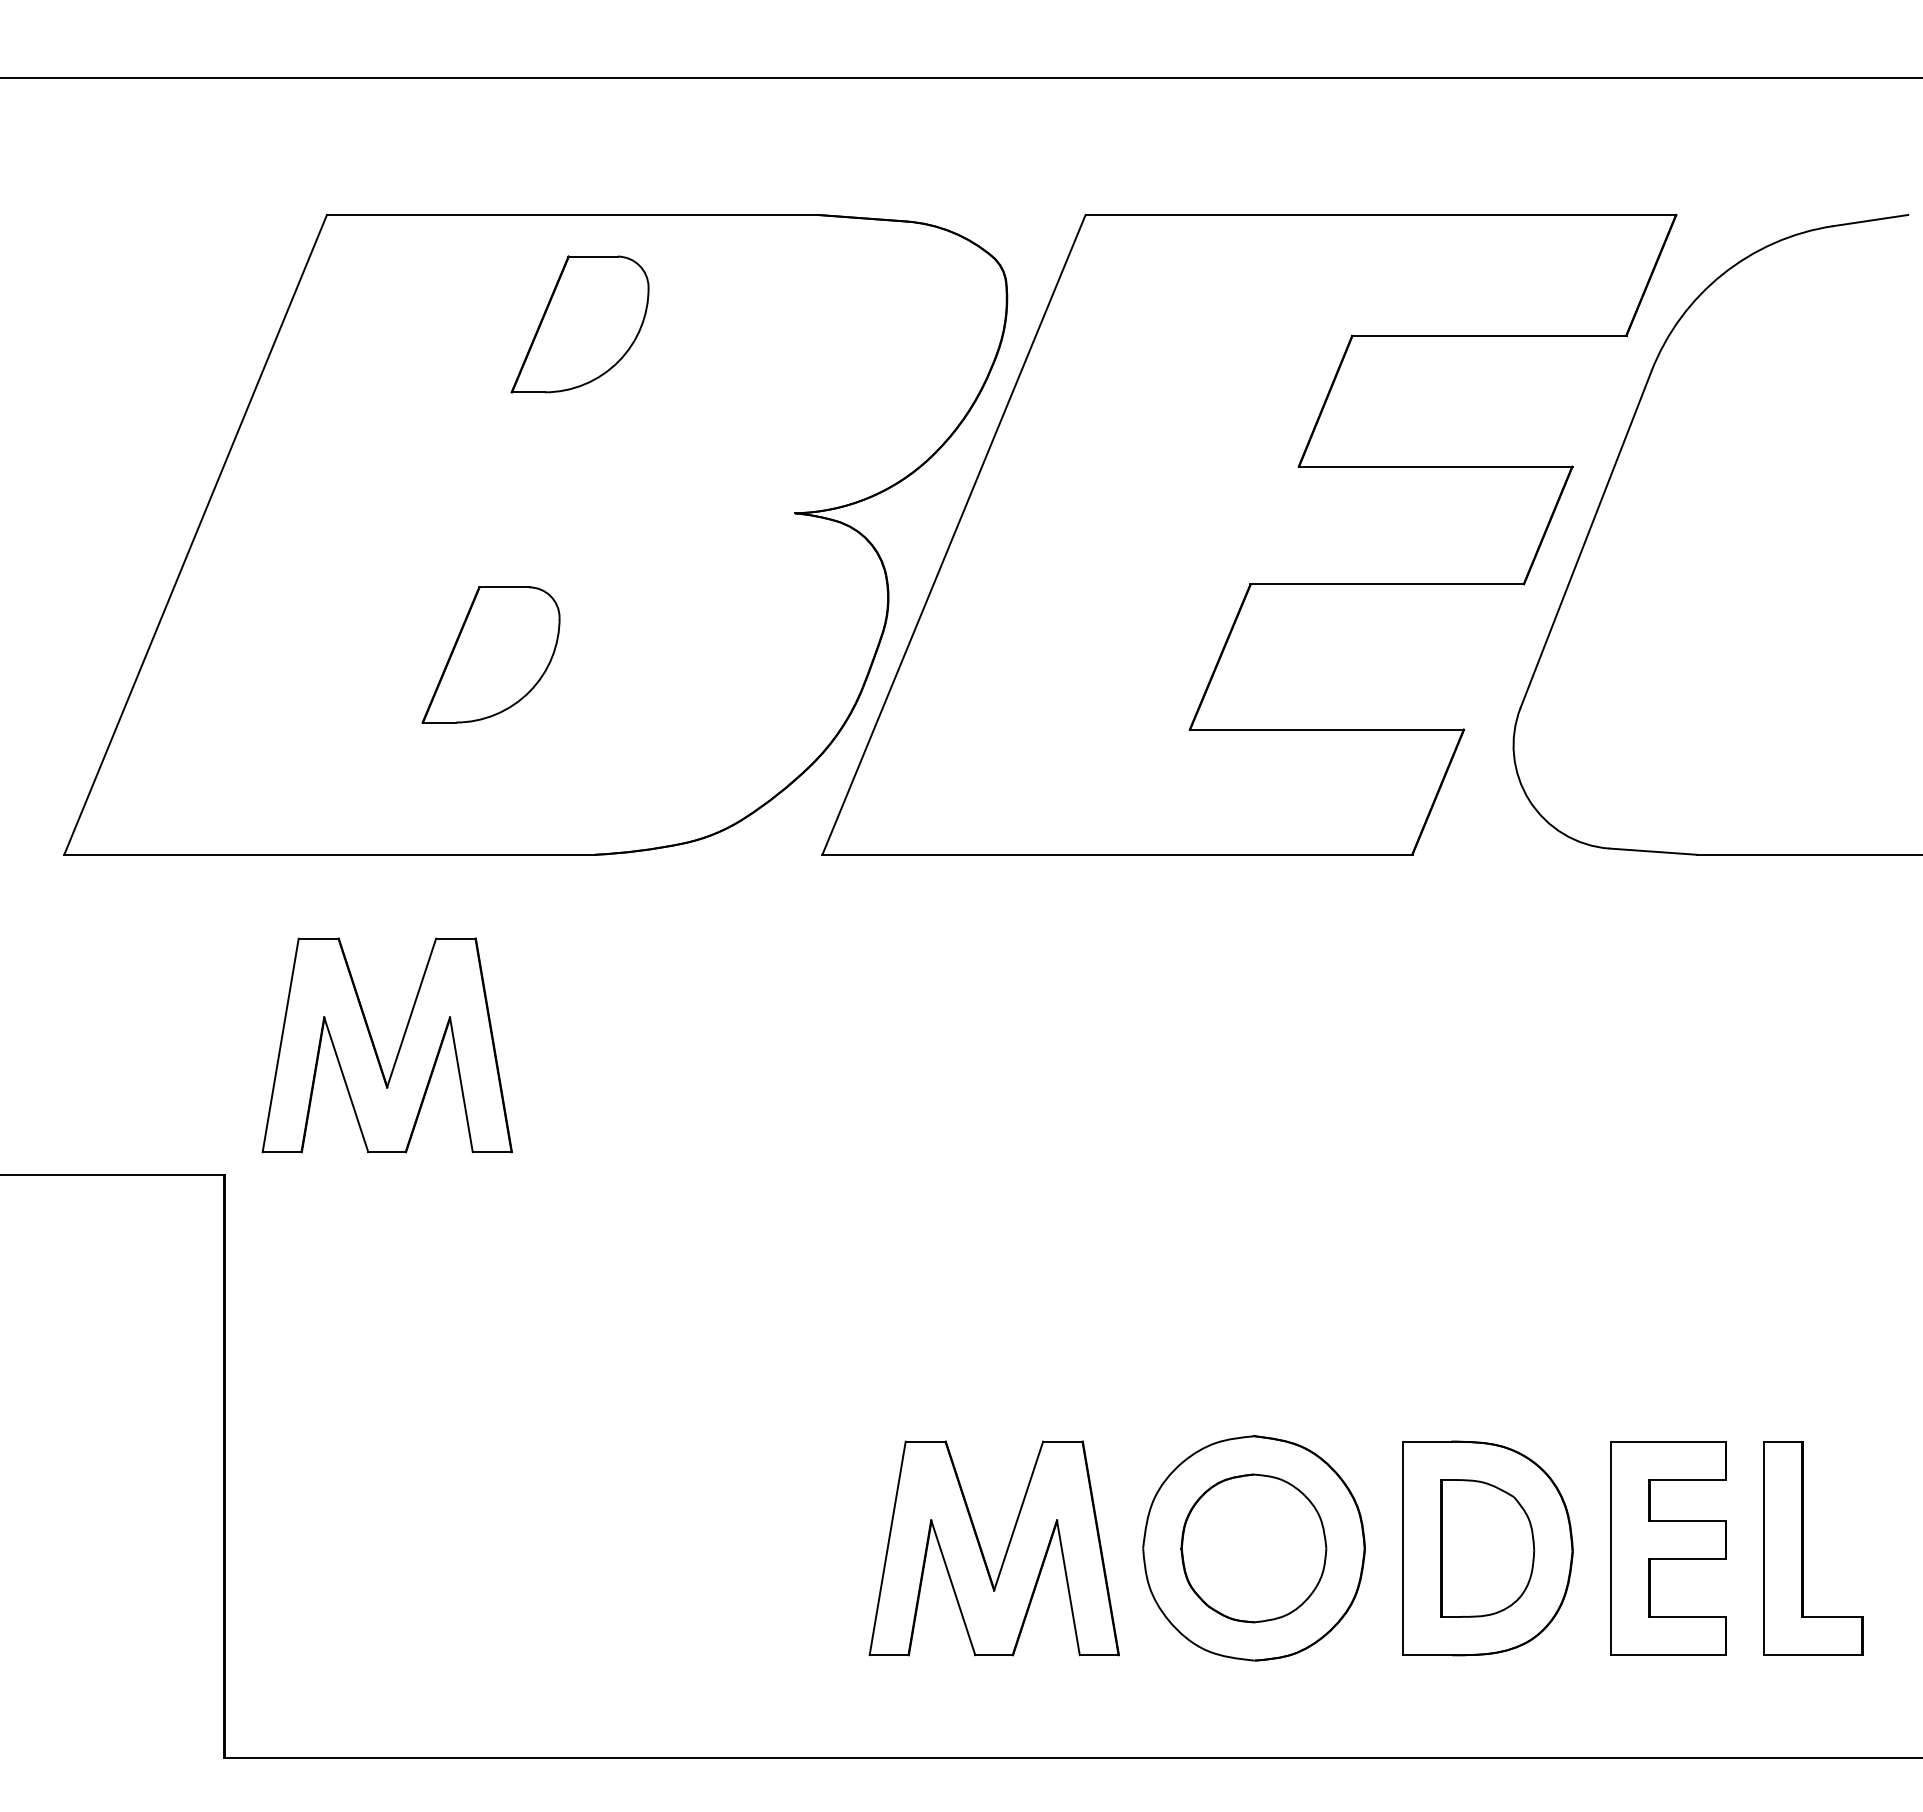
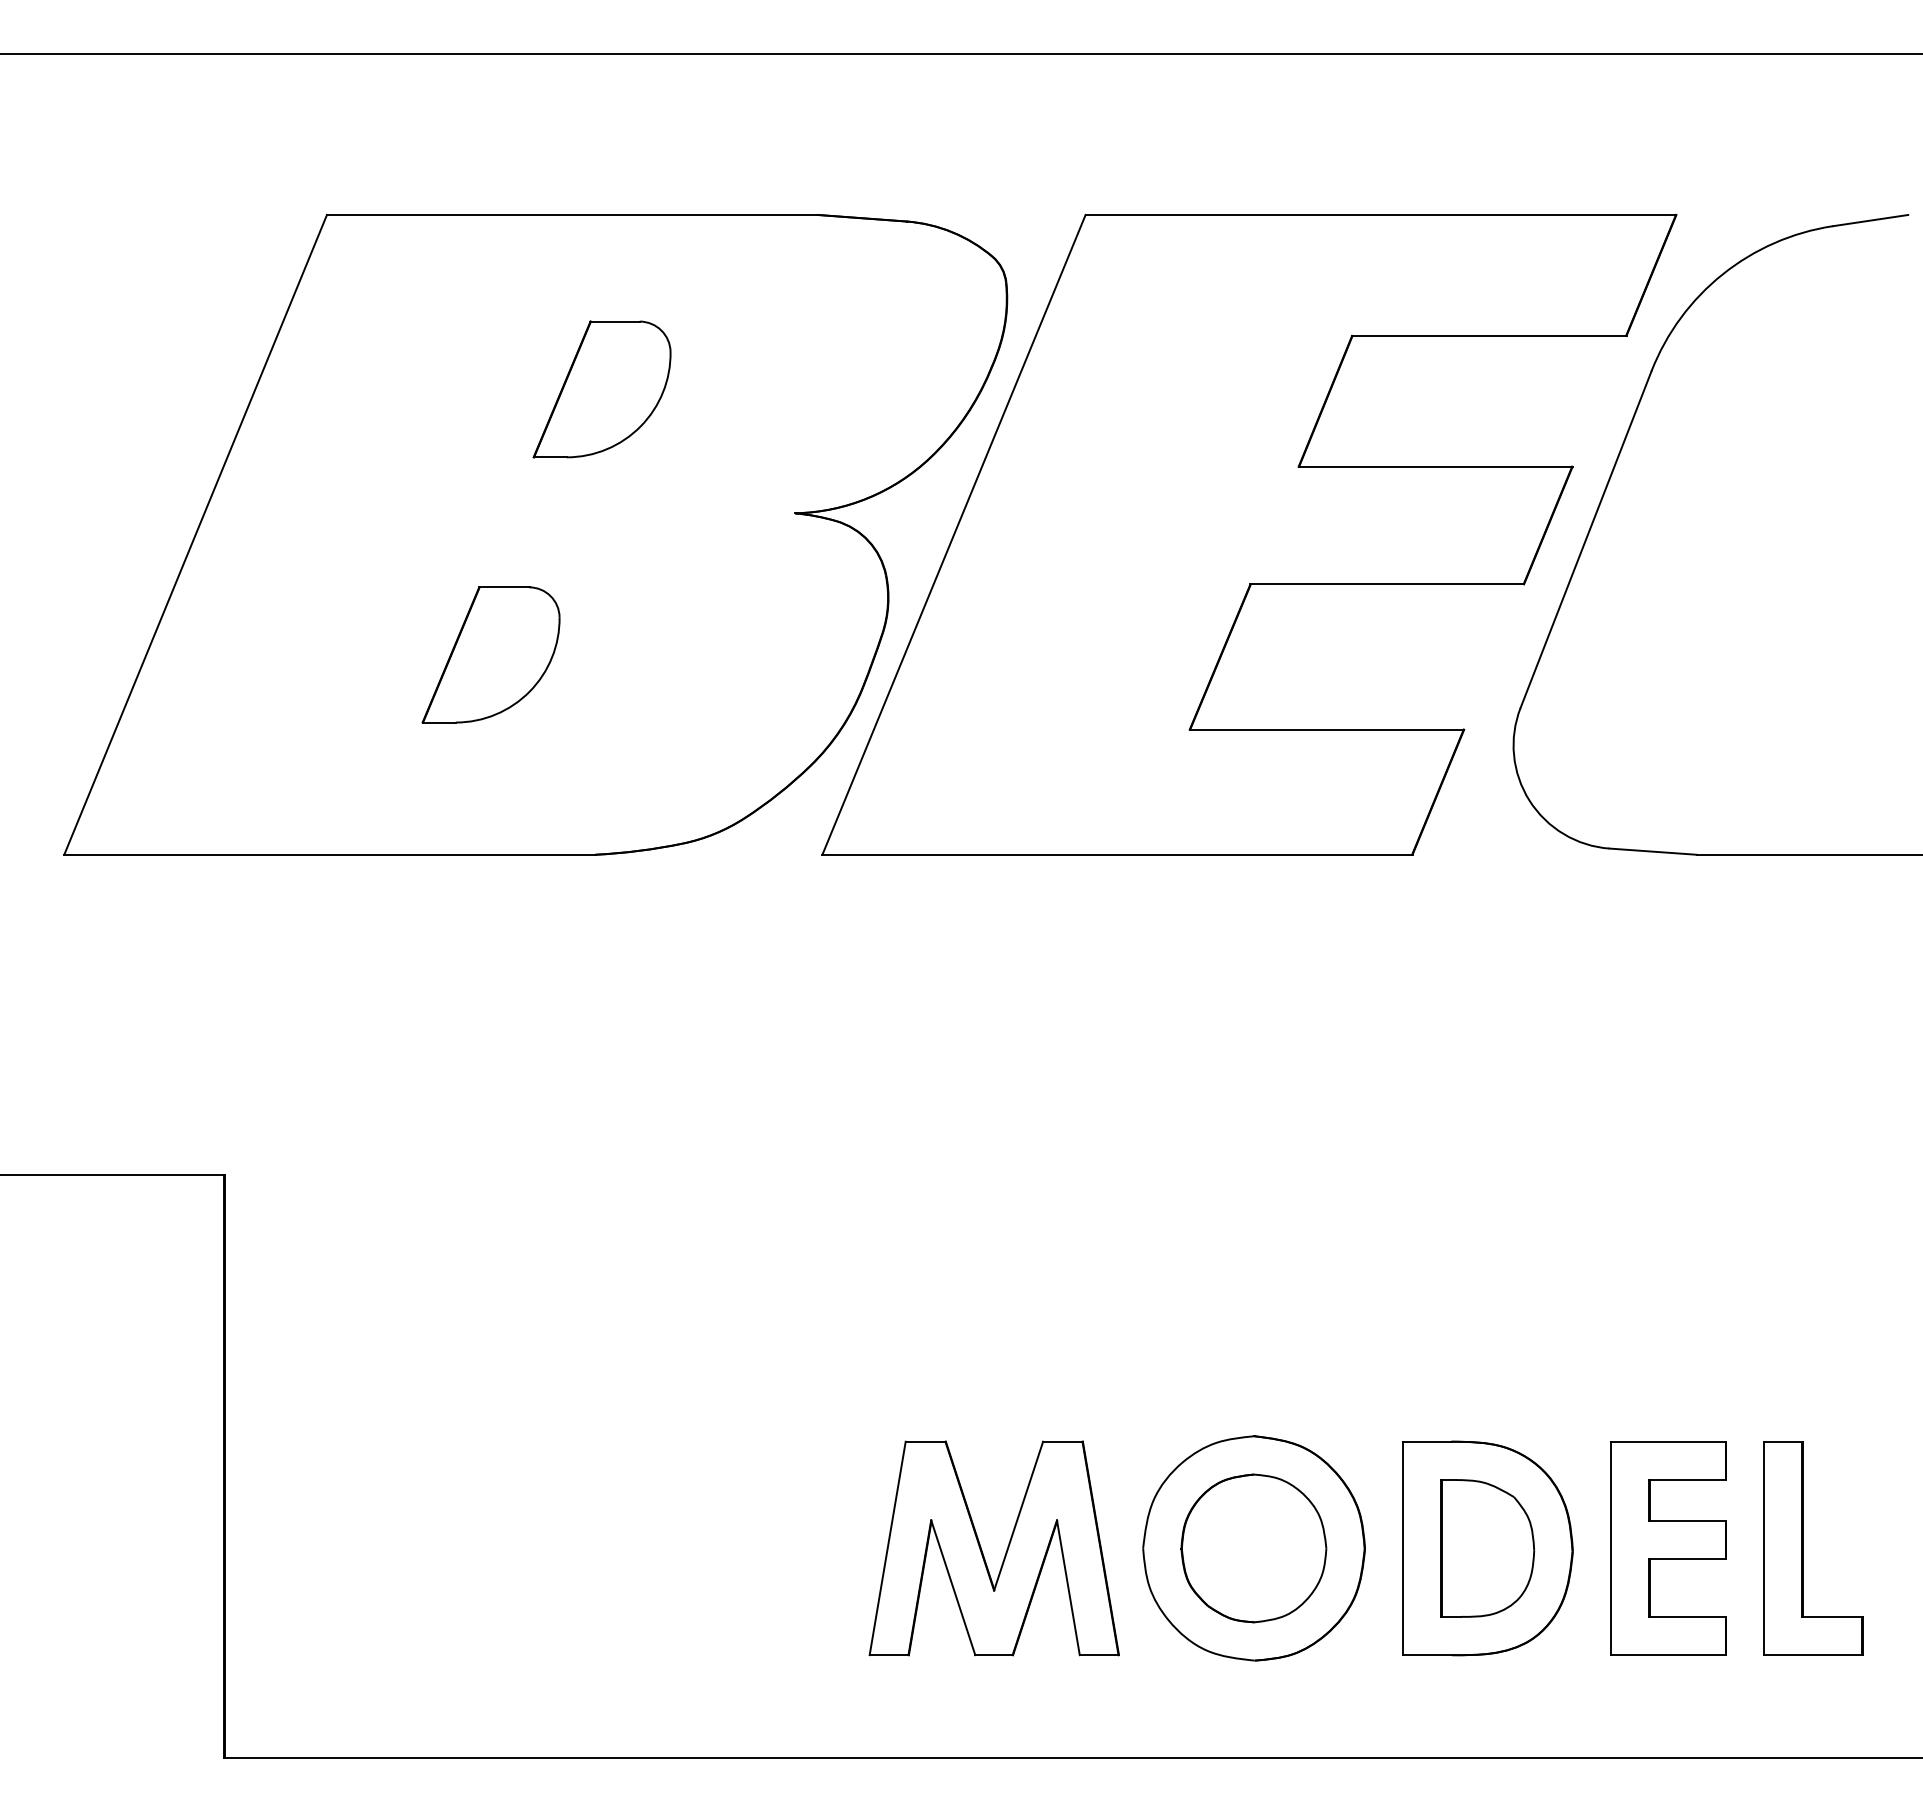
line at (960, 78) position: (960, 78) -> (960, 54)
part at (579, 324) position: (579, 324) -> (601, 389)
part at (376, 1049): present -> none
